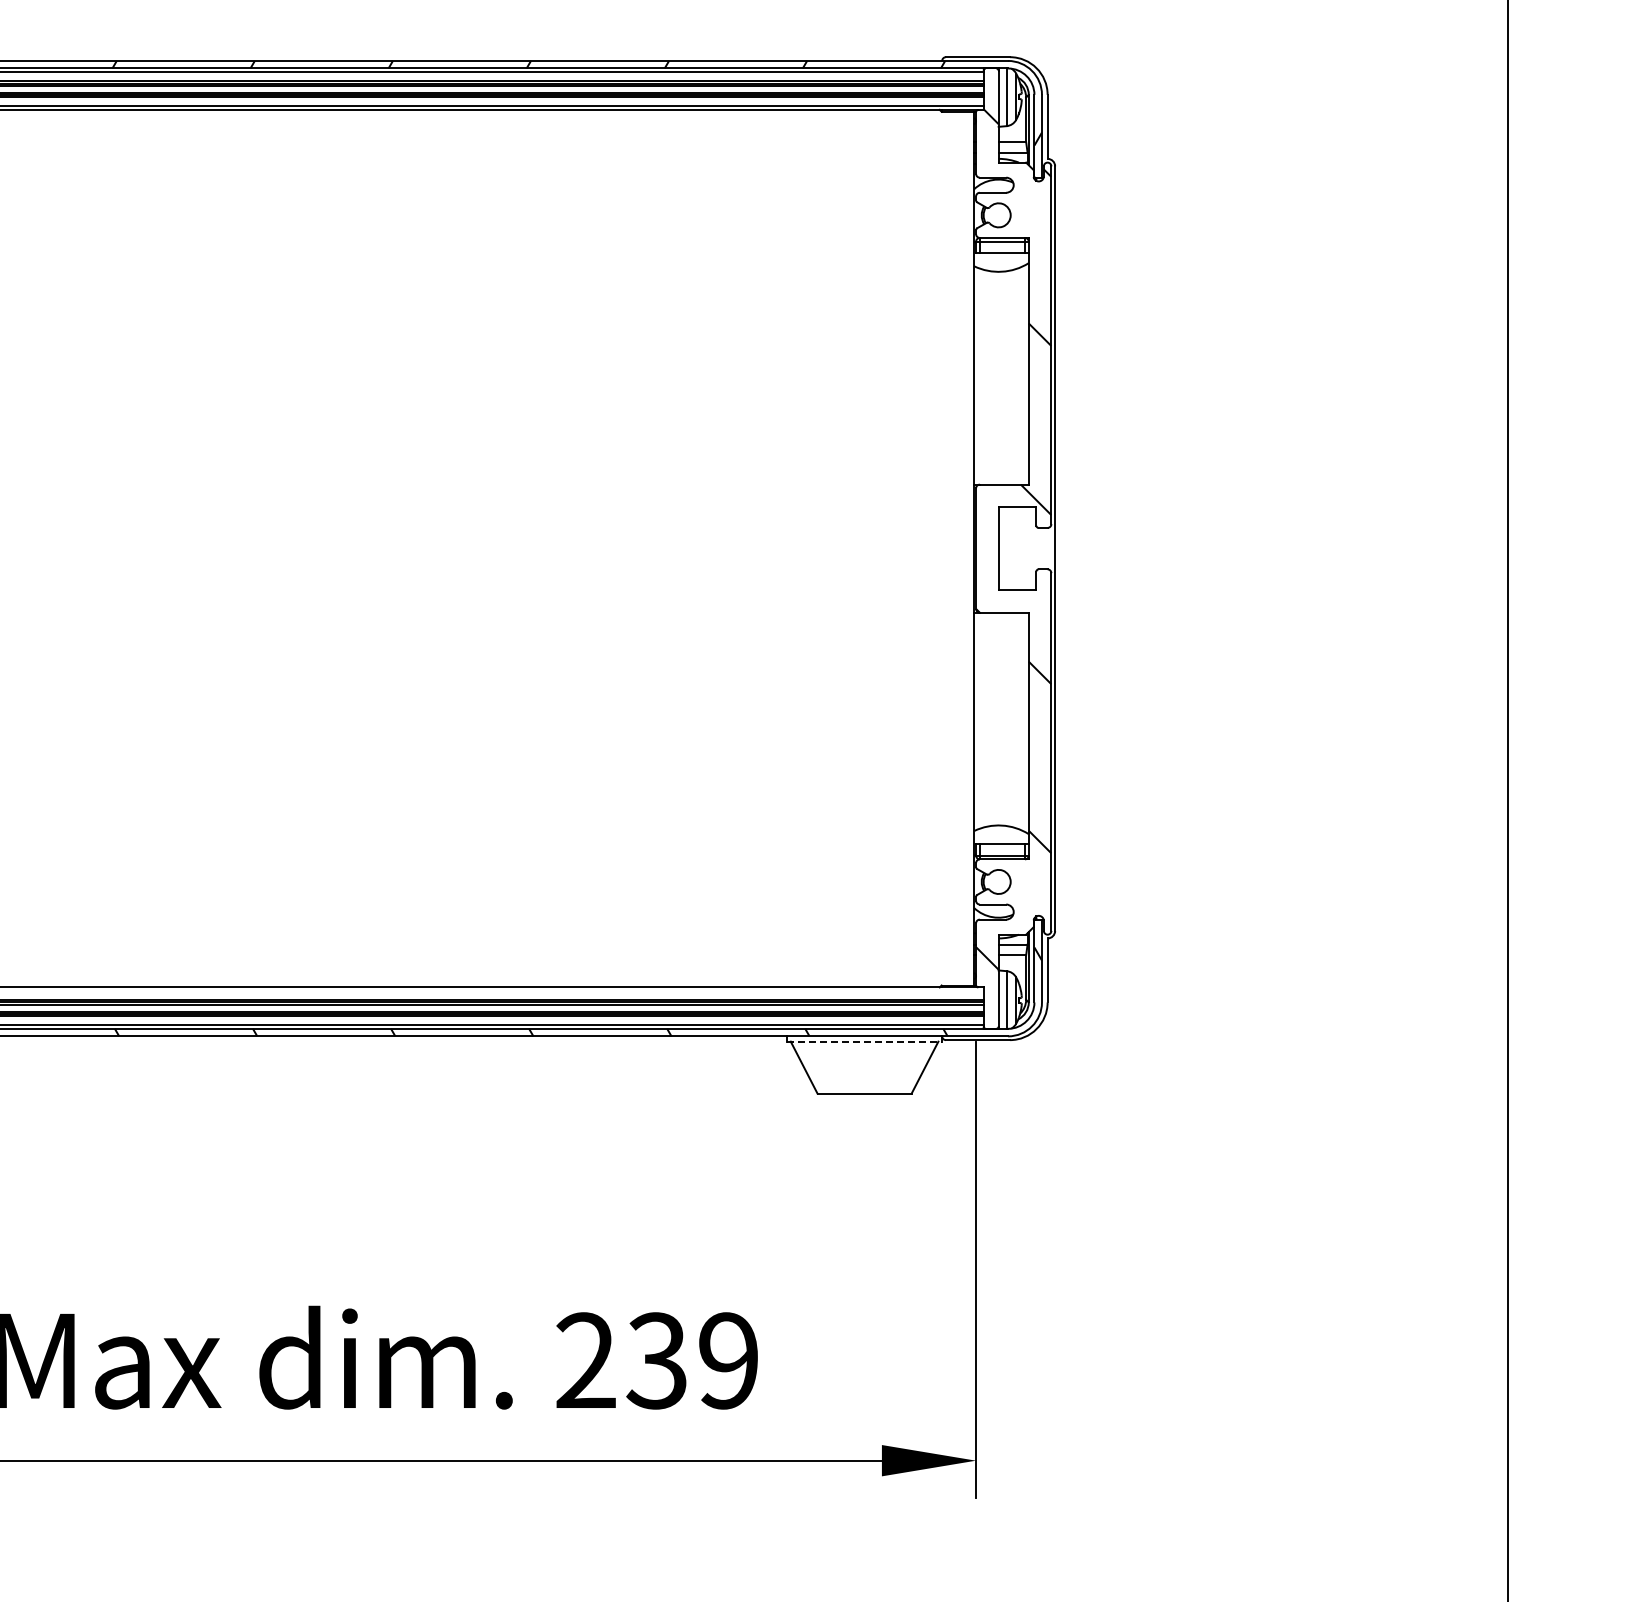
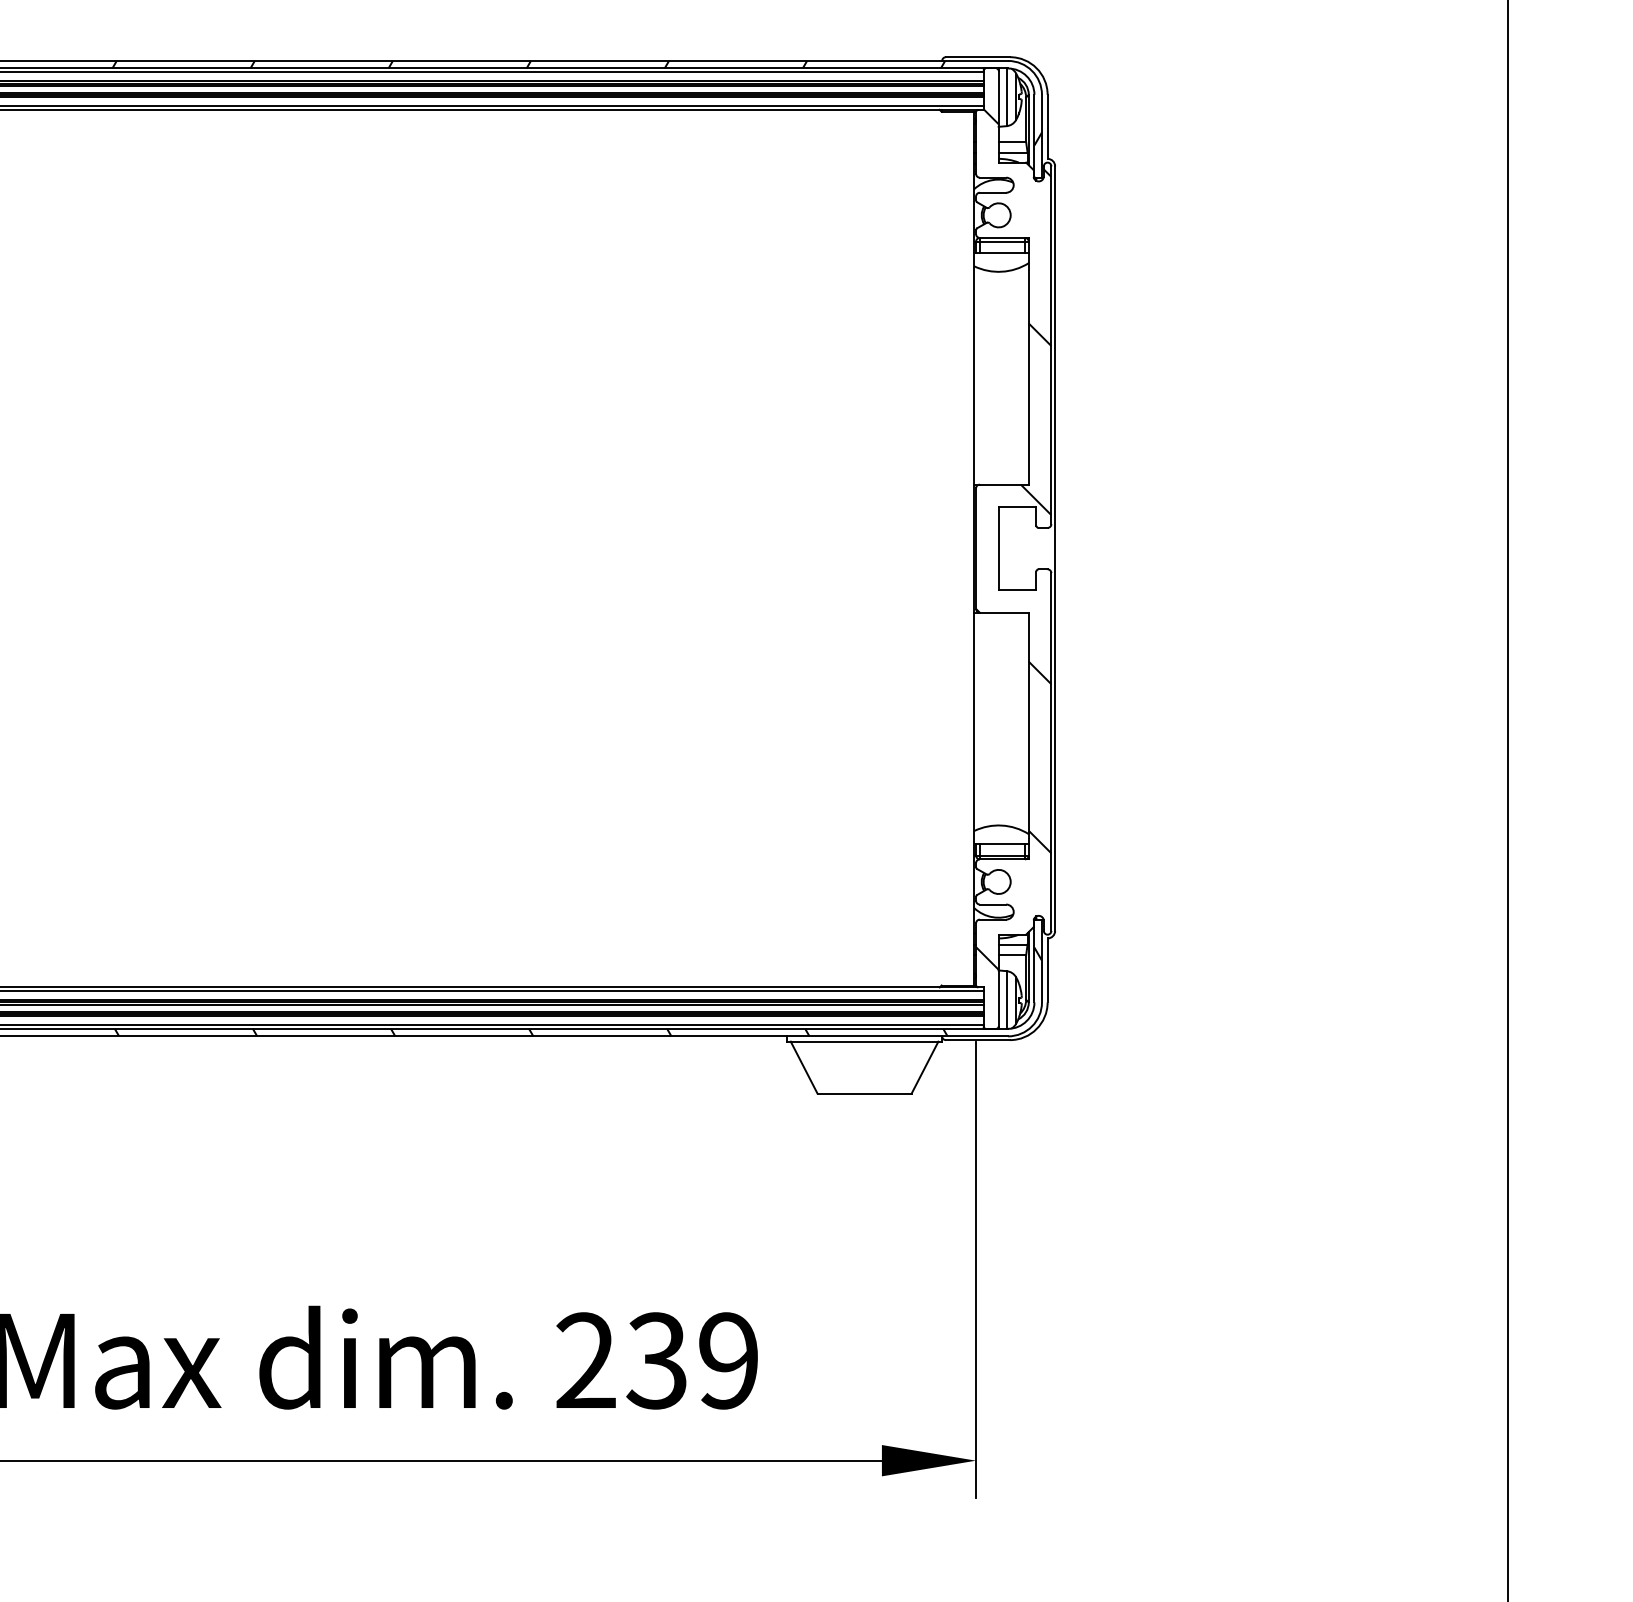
line at (492, 991): none -> present
line at (864, 1041): dashed -> solid
